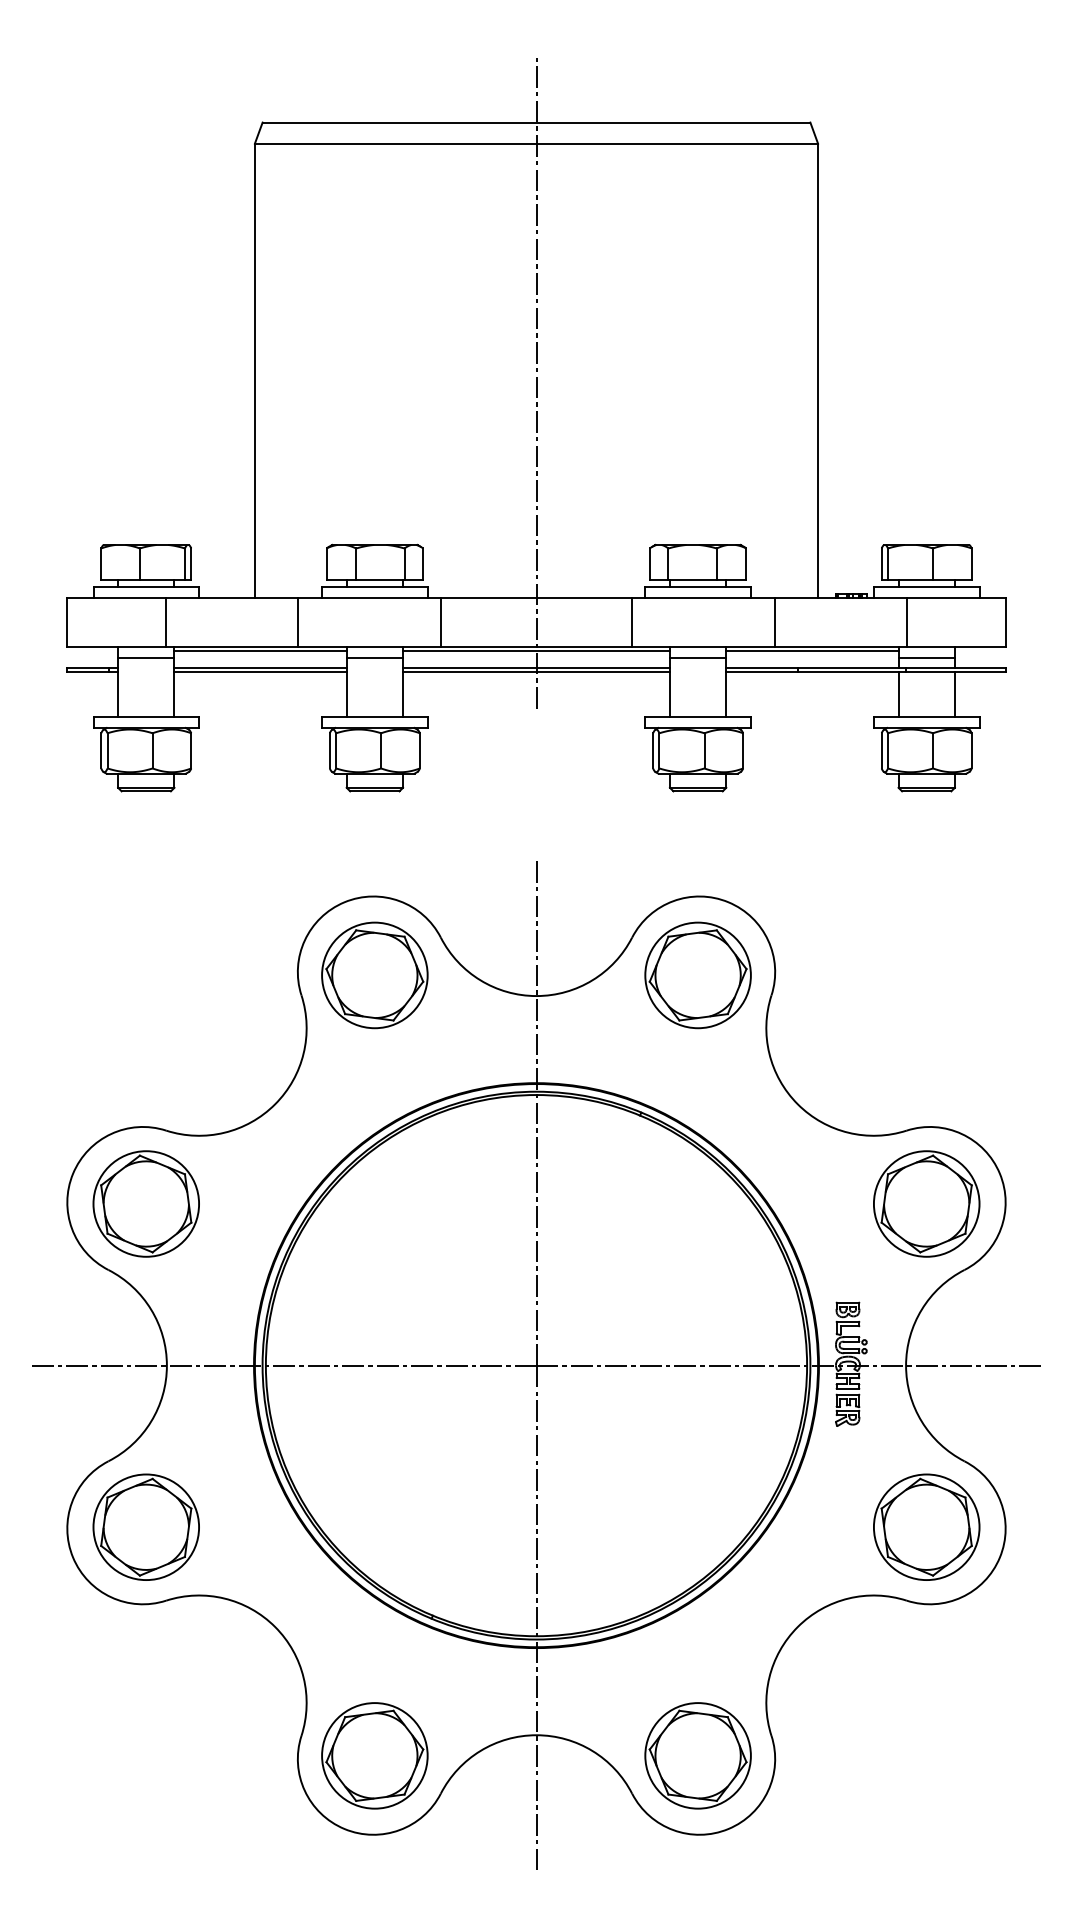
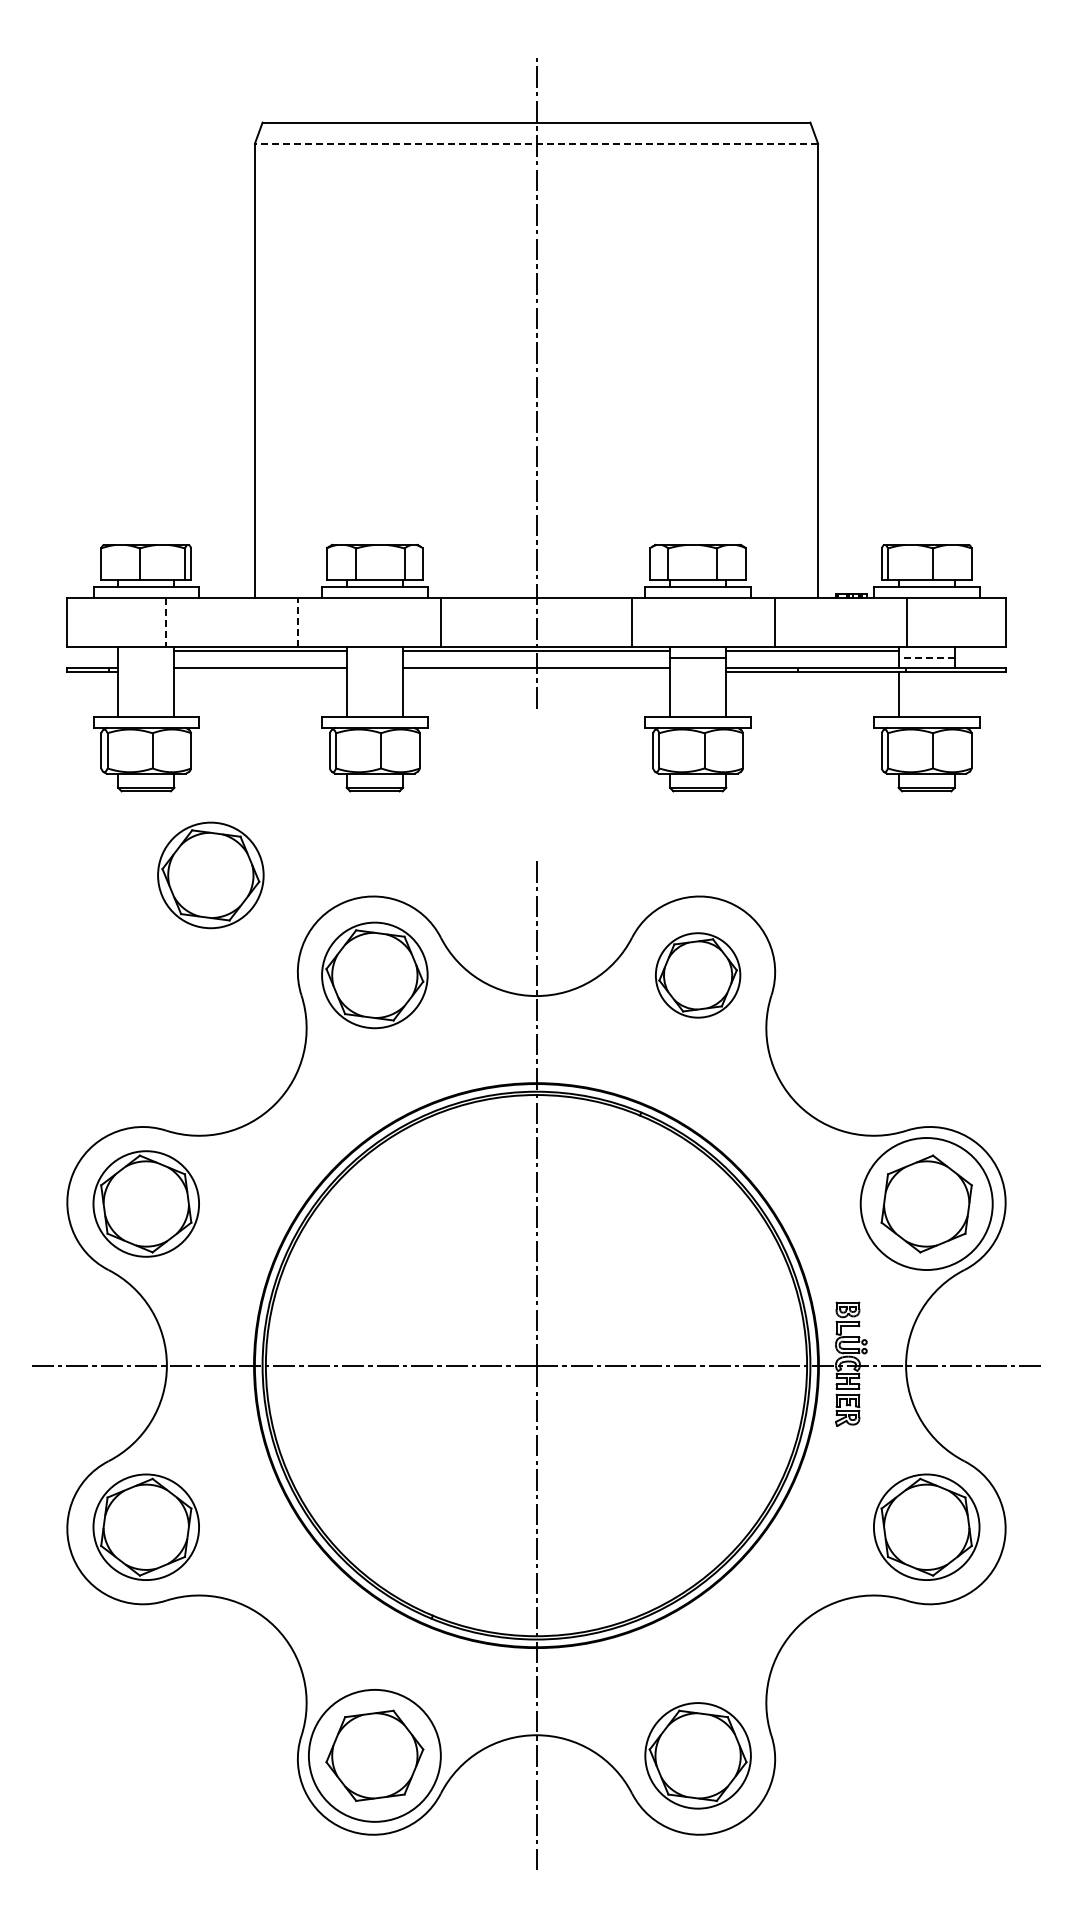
line at (536, 143): solid -> dashed
line at (166, 622): solid -> dashed
line at (297, 622): solid -> dashed
line at (146, 657): present -> none
line at (374, 657): present -> none
line at (926, 657): solid -> dashed
line at (260, 671): present -> none
line at (536, 671): present -> none
line at (954, 694): present -> none
part at (210, 875): none -> present
part at (697, 975) size: 108x109 px -> 87x87 px
circle at (926, 1203) diameter: 106 px -> 132 px
circle at (374, 1755) diameter: 106 px -> 132 px
